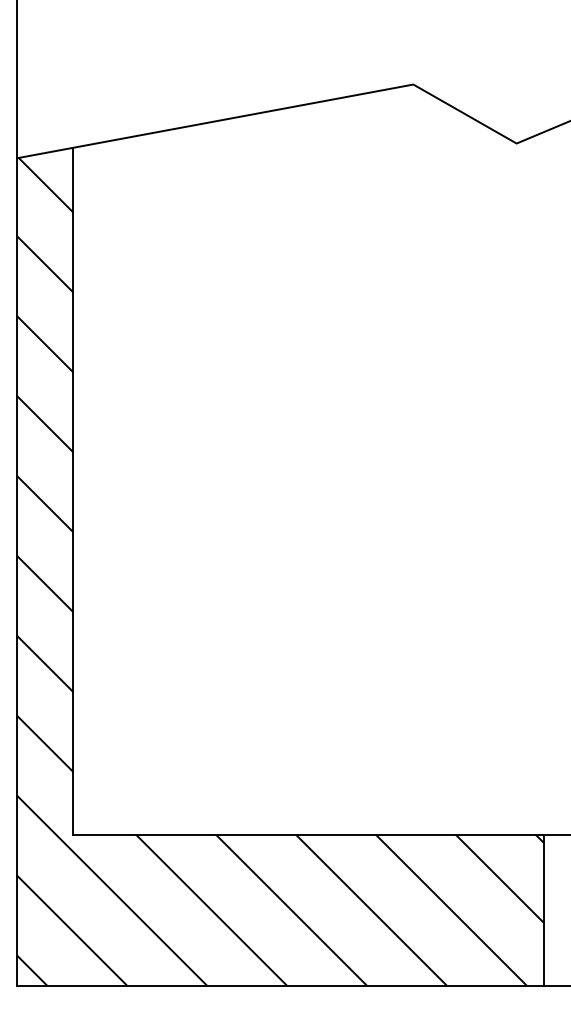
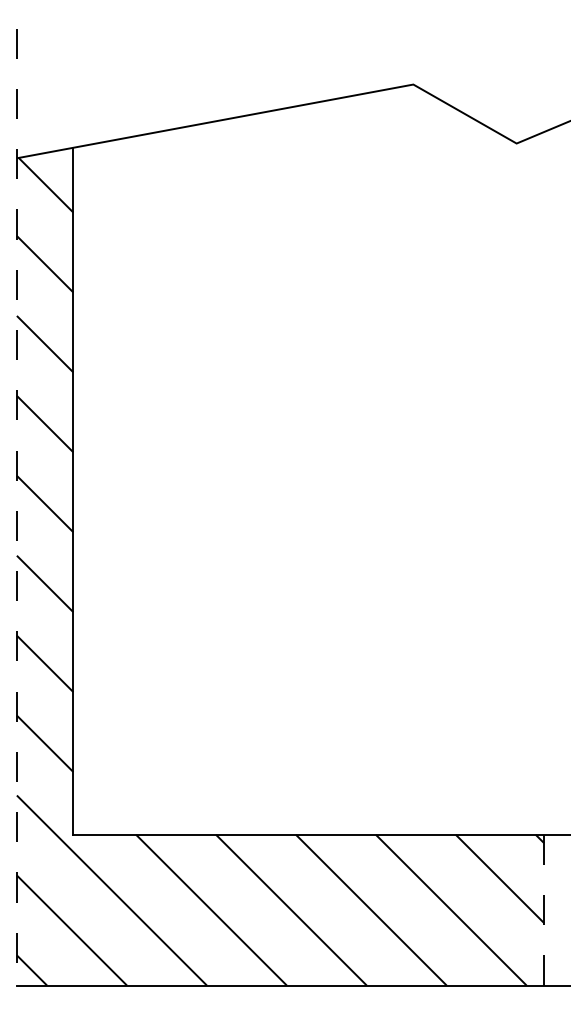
line at (16, 492): solid -> dashed
line at (544, 909): solid -> dashed
